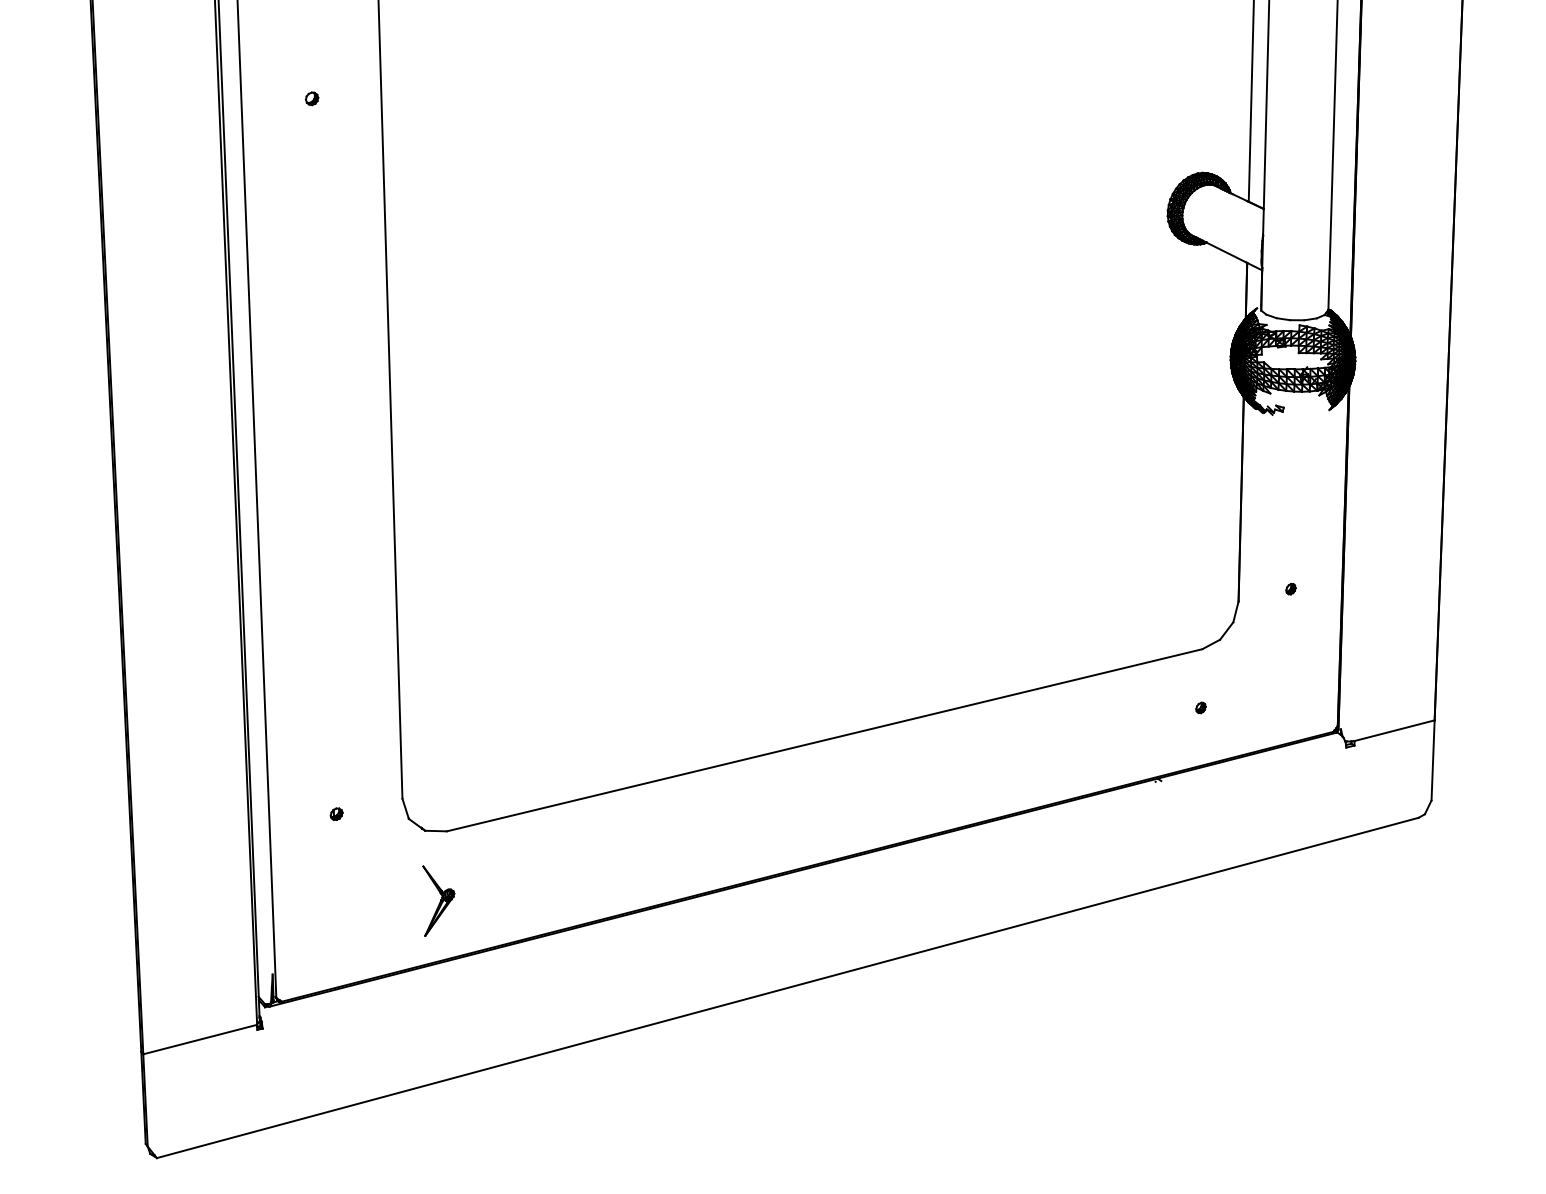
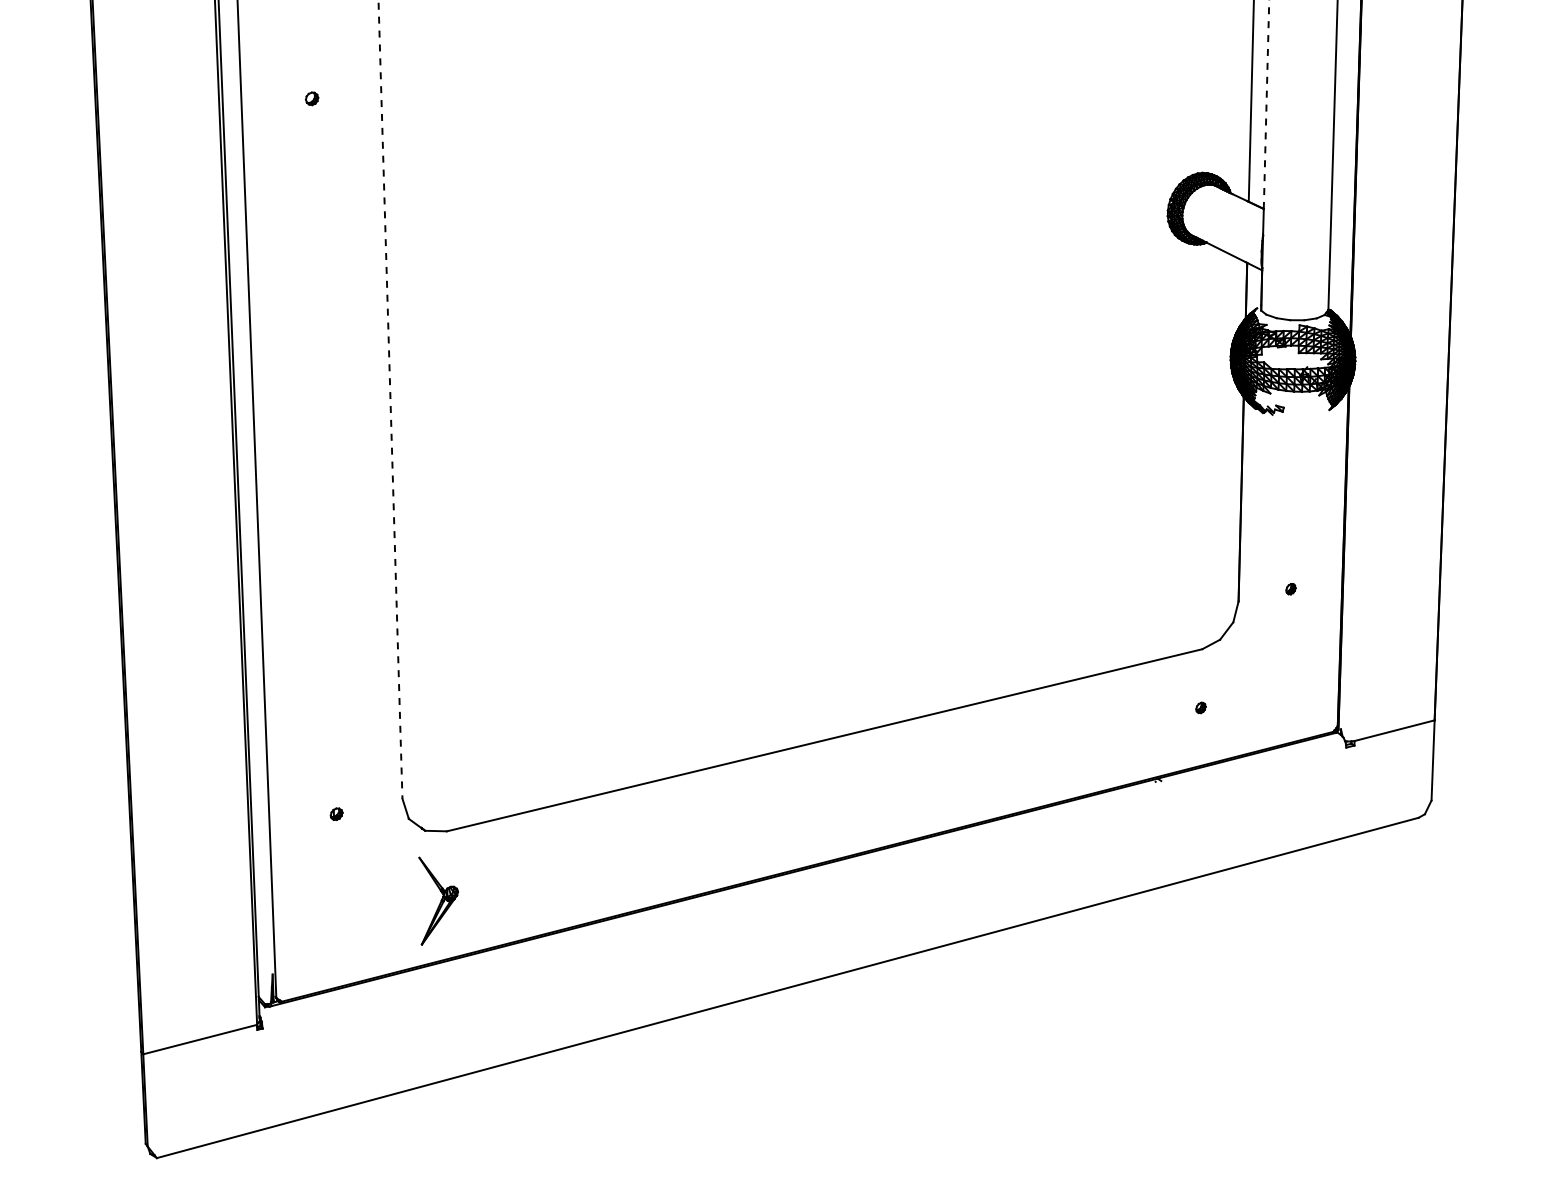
line at (1266, 104): solid -> dashed
line at (390, 399): solid -> dashed
part at (438, 900) size: 34x72 px -> 41x90 px
